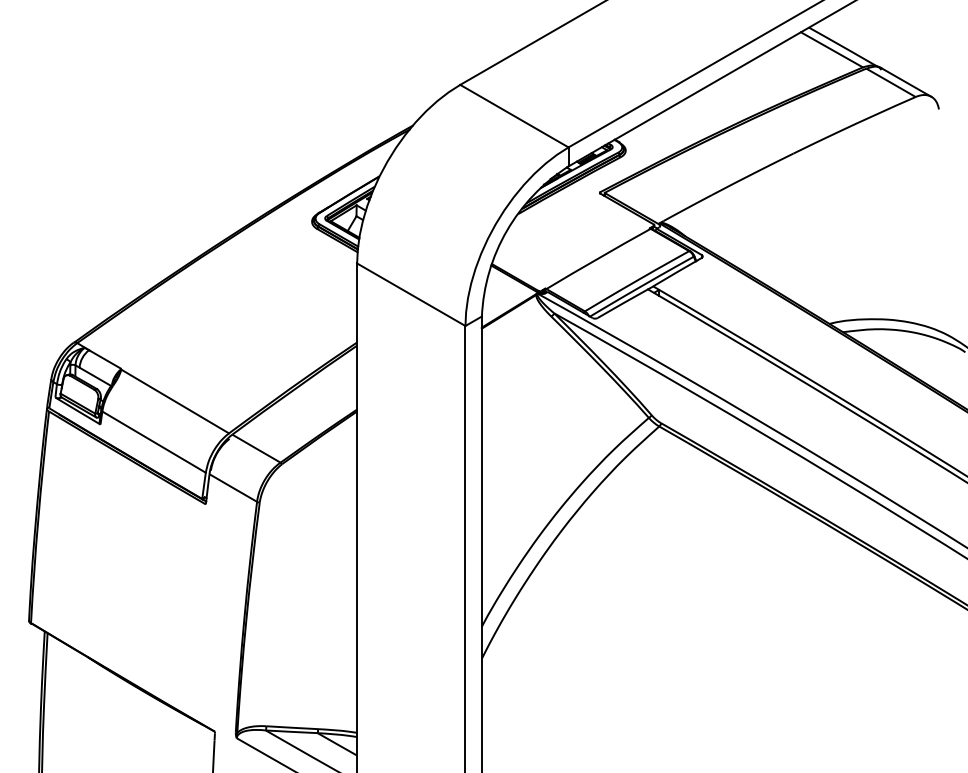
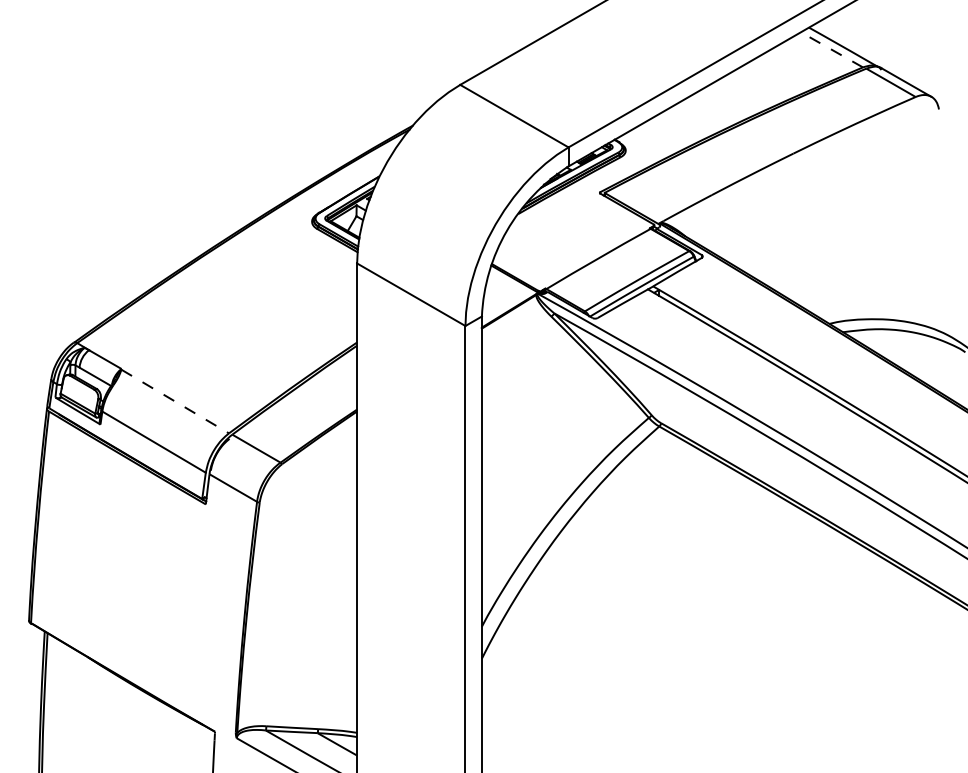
line at (831, 49): solid -> dashed
line at (175, 401): solid -> dashed
